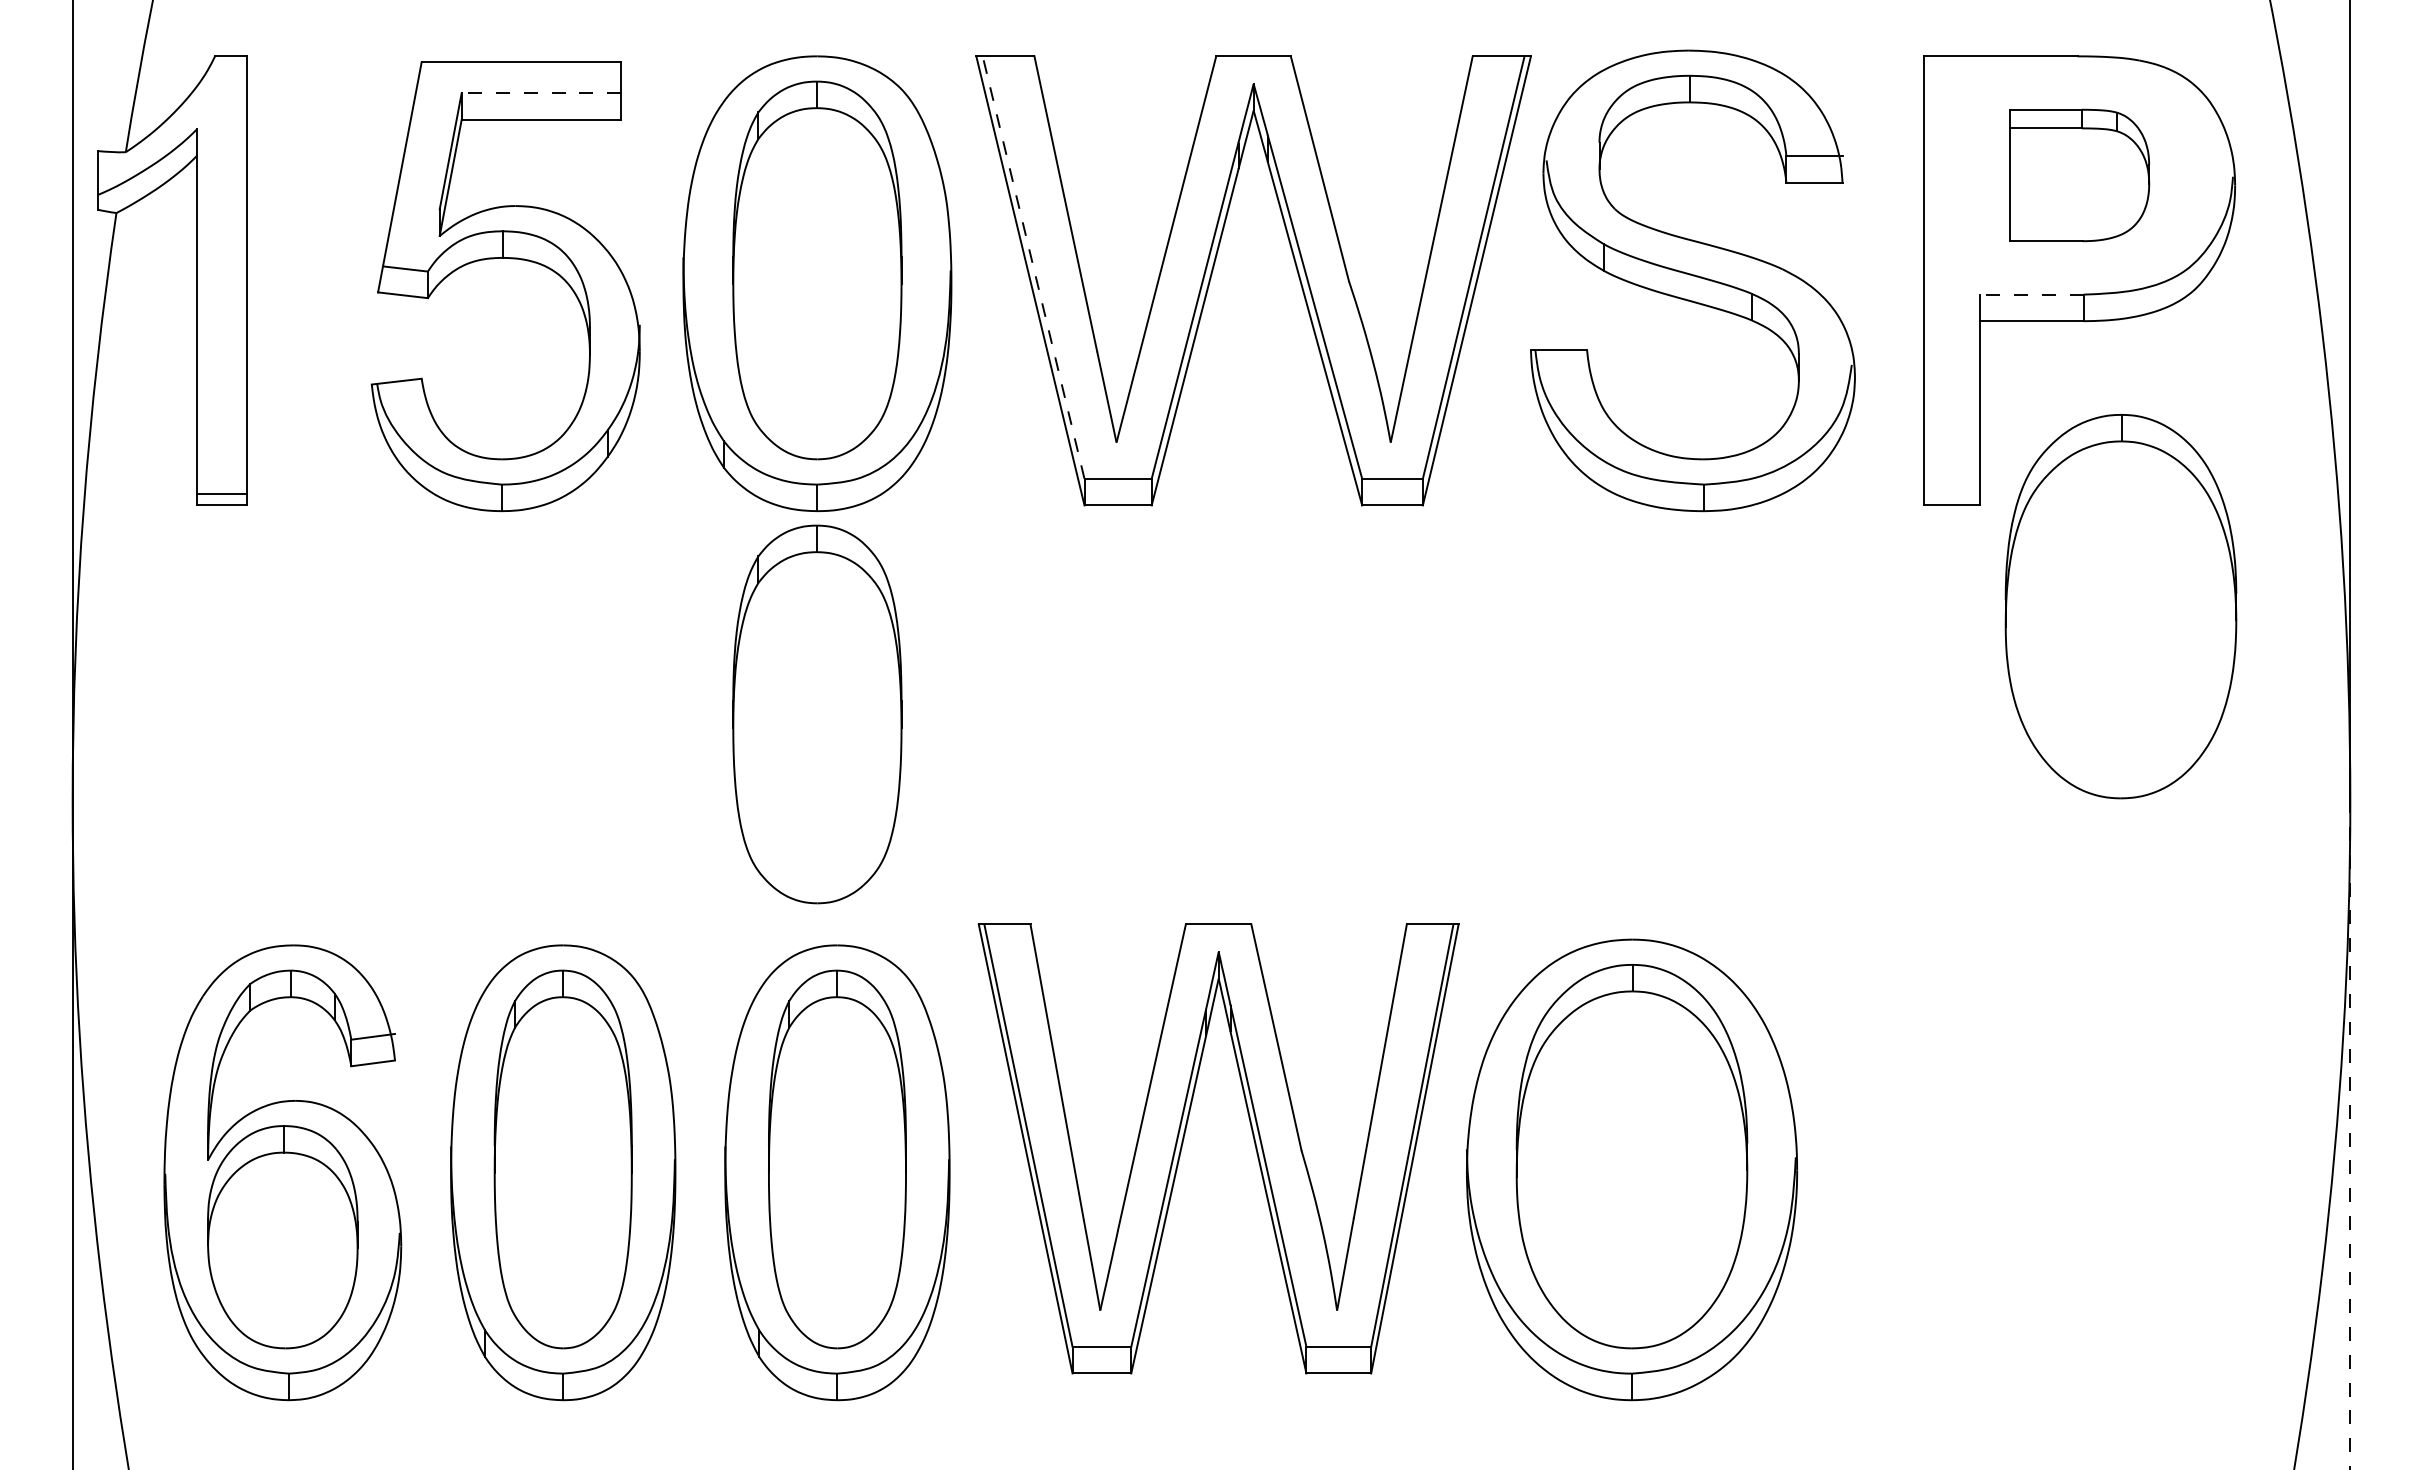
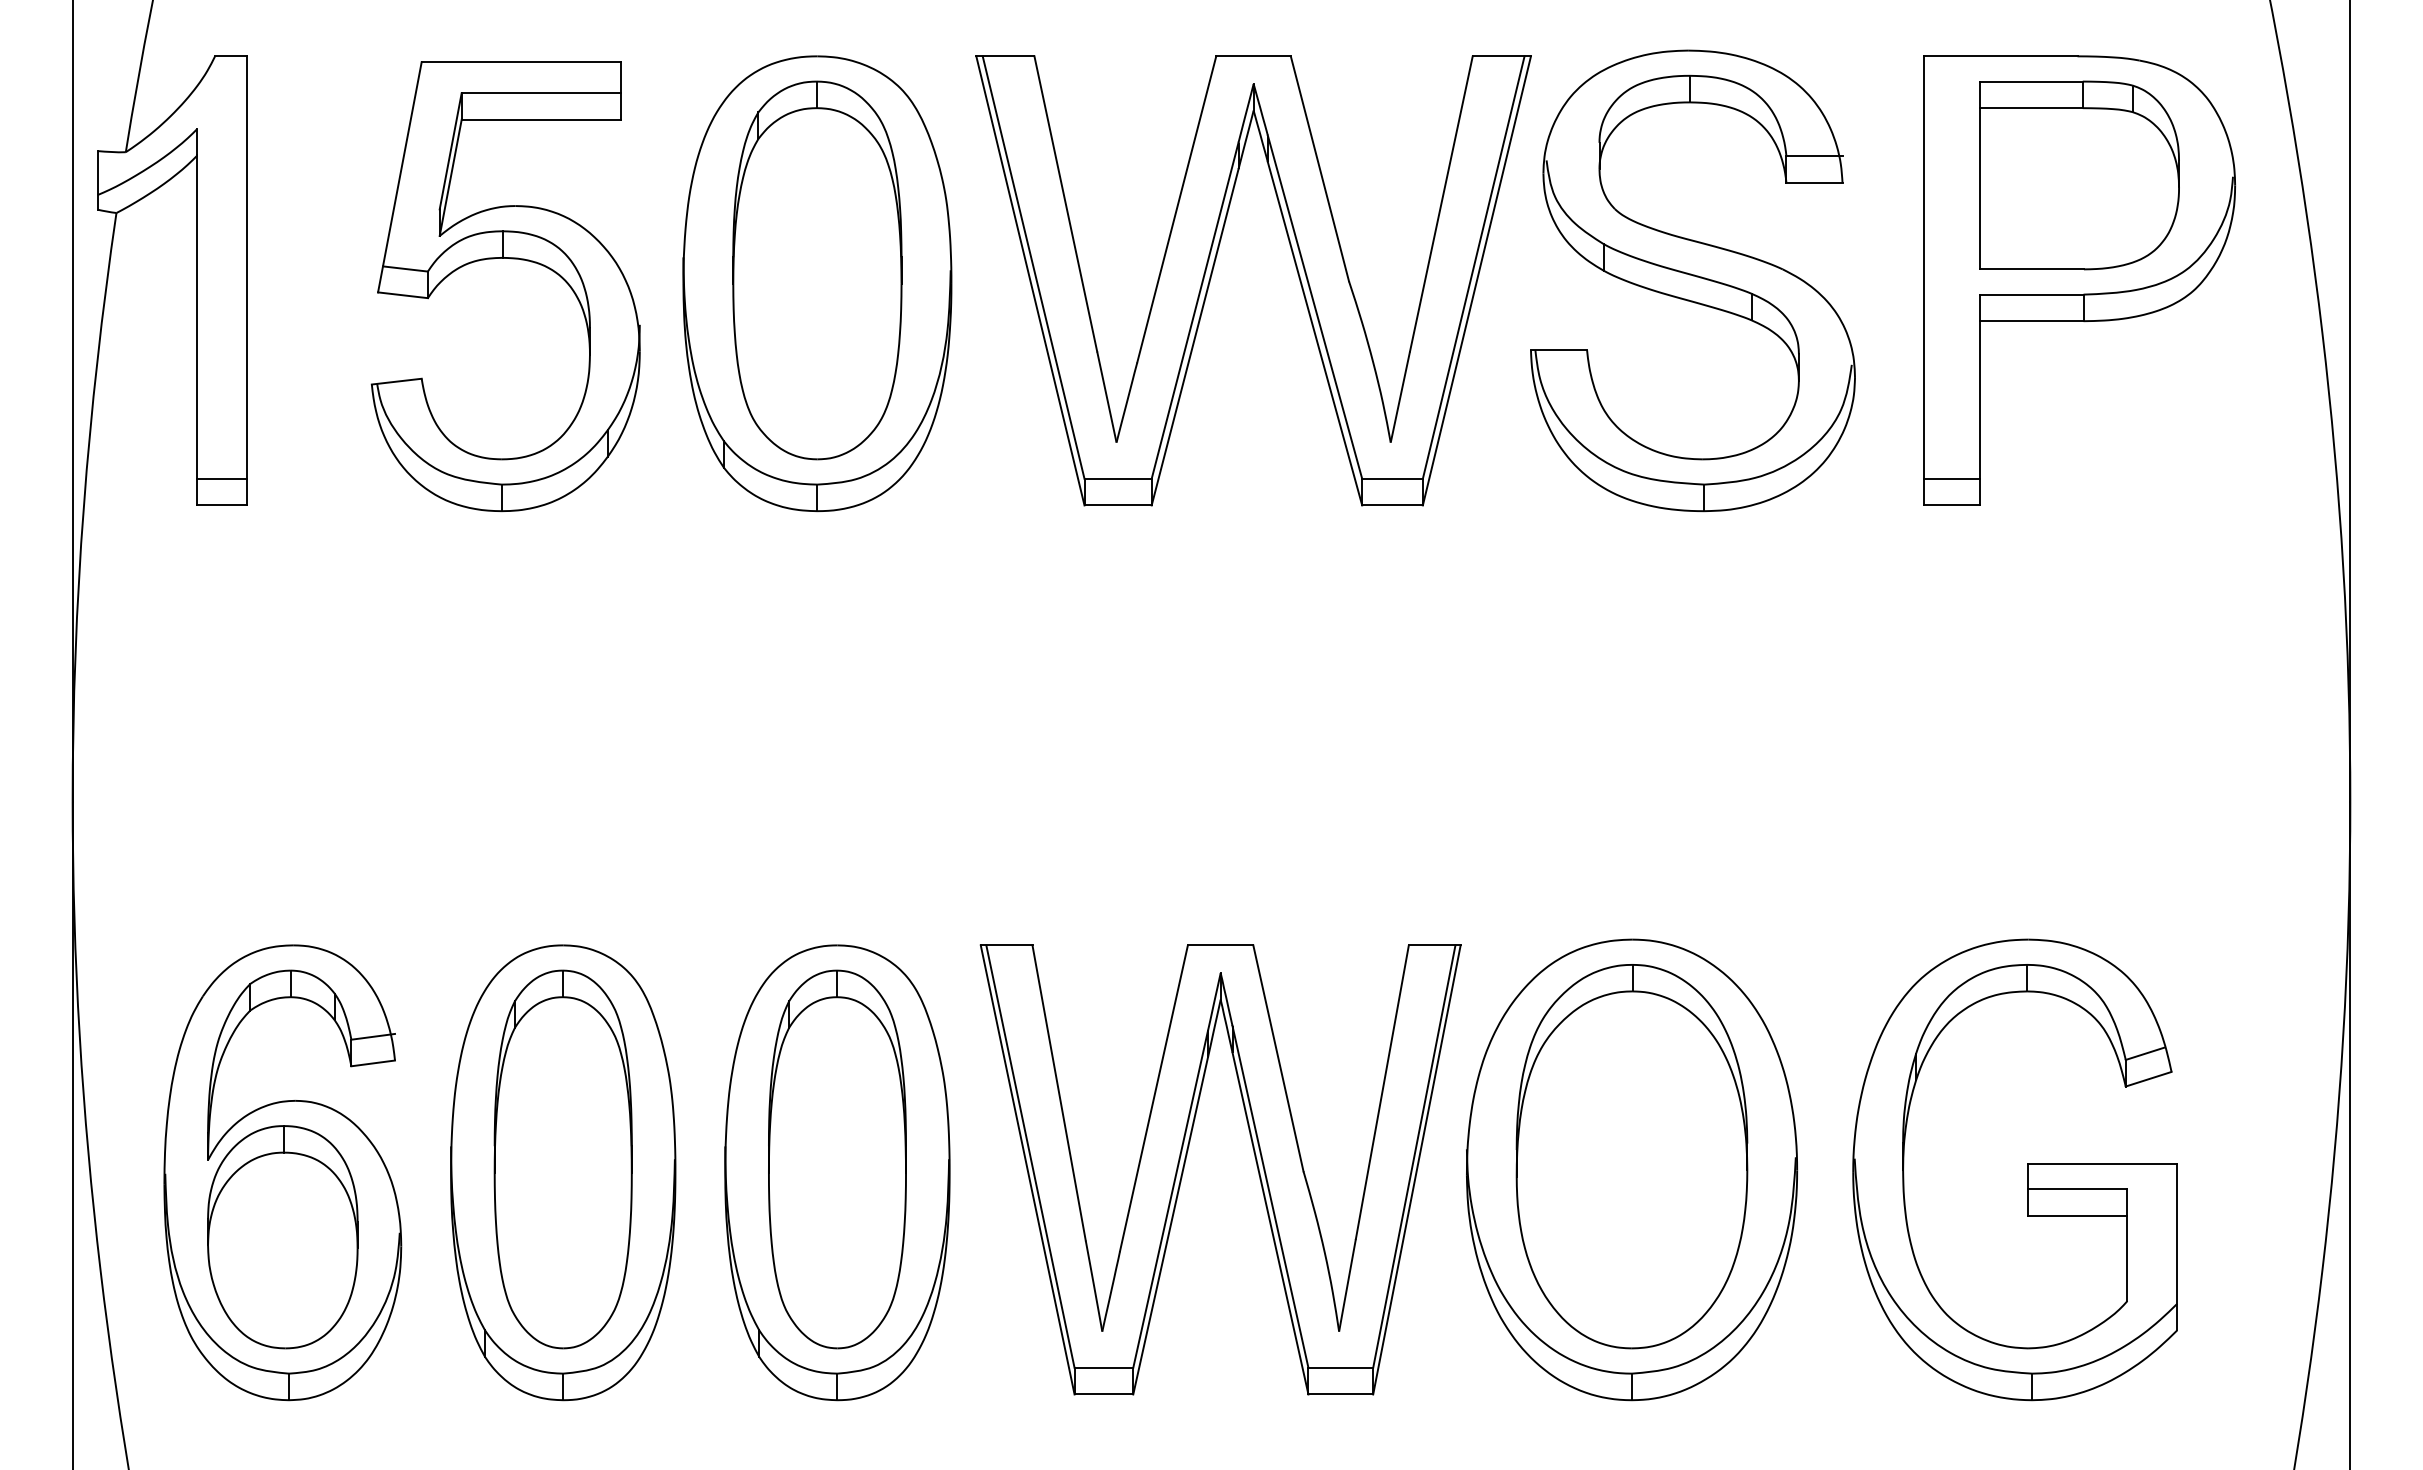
line at (541, 93): dashed -> solid
part at (2079, 175) size: 142x135 px -> 201x191 px
line at (1033, 267): dashed -> solid
line at (2031, 294): dashed -> solid
line at (1951, 478): none -> present
line at (222, 493) position: (222, 493) -> (222, 478)
part at (2120, 606): present -> none
part at (817, 714): present -> none
line at (2350, 1135): dashed -> solid
part at (1184, 1139) position: (1184, 1139) -> (1186, 1160)
part at (2027, 1169): none -> present
